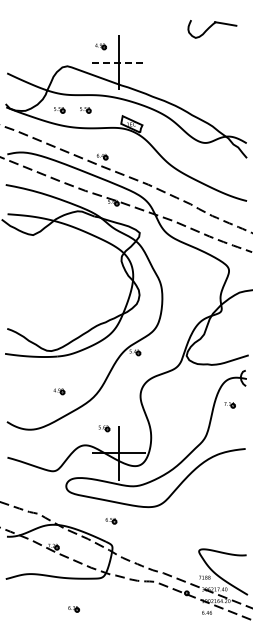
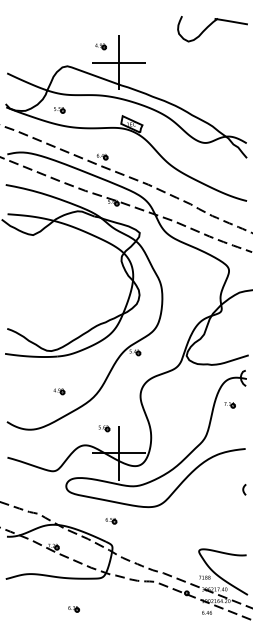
part at (212, 29) size: 51x19 px -> 71x27 px
line at (118, 62): dashed -> solid
part at (85, 110): present -> none
curve at (244, 489): none -> present
